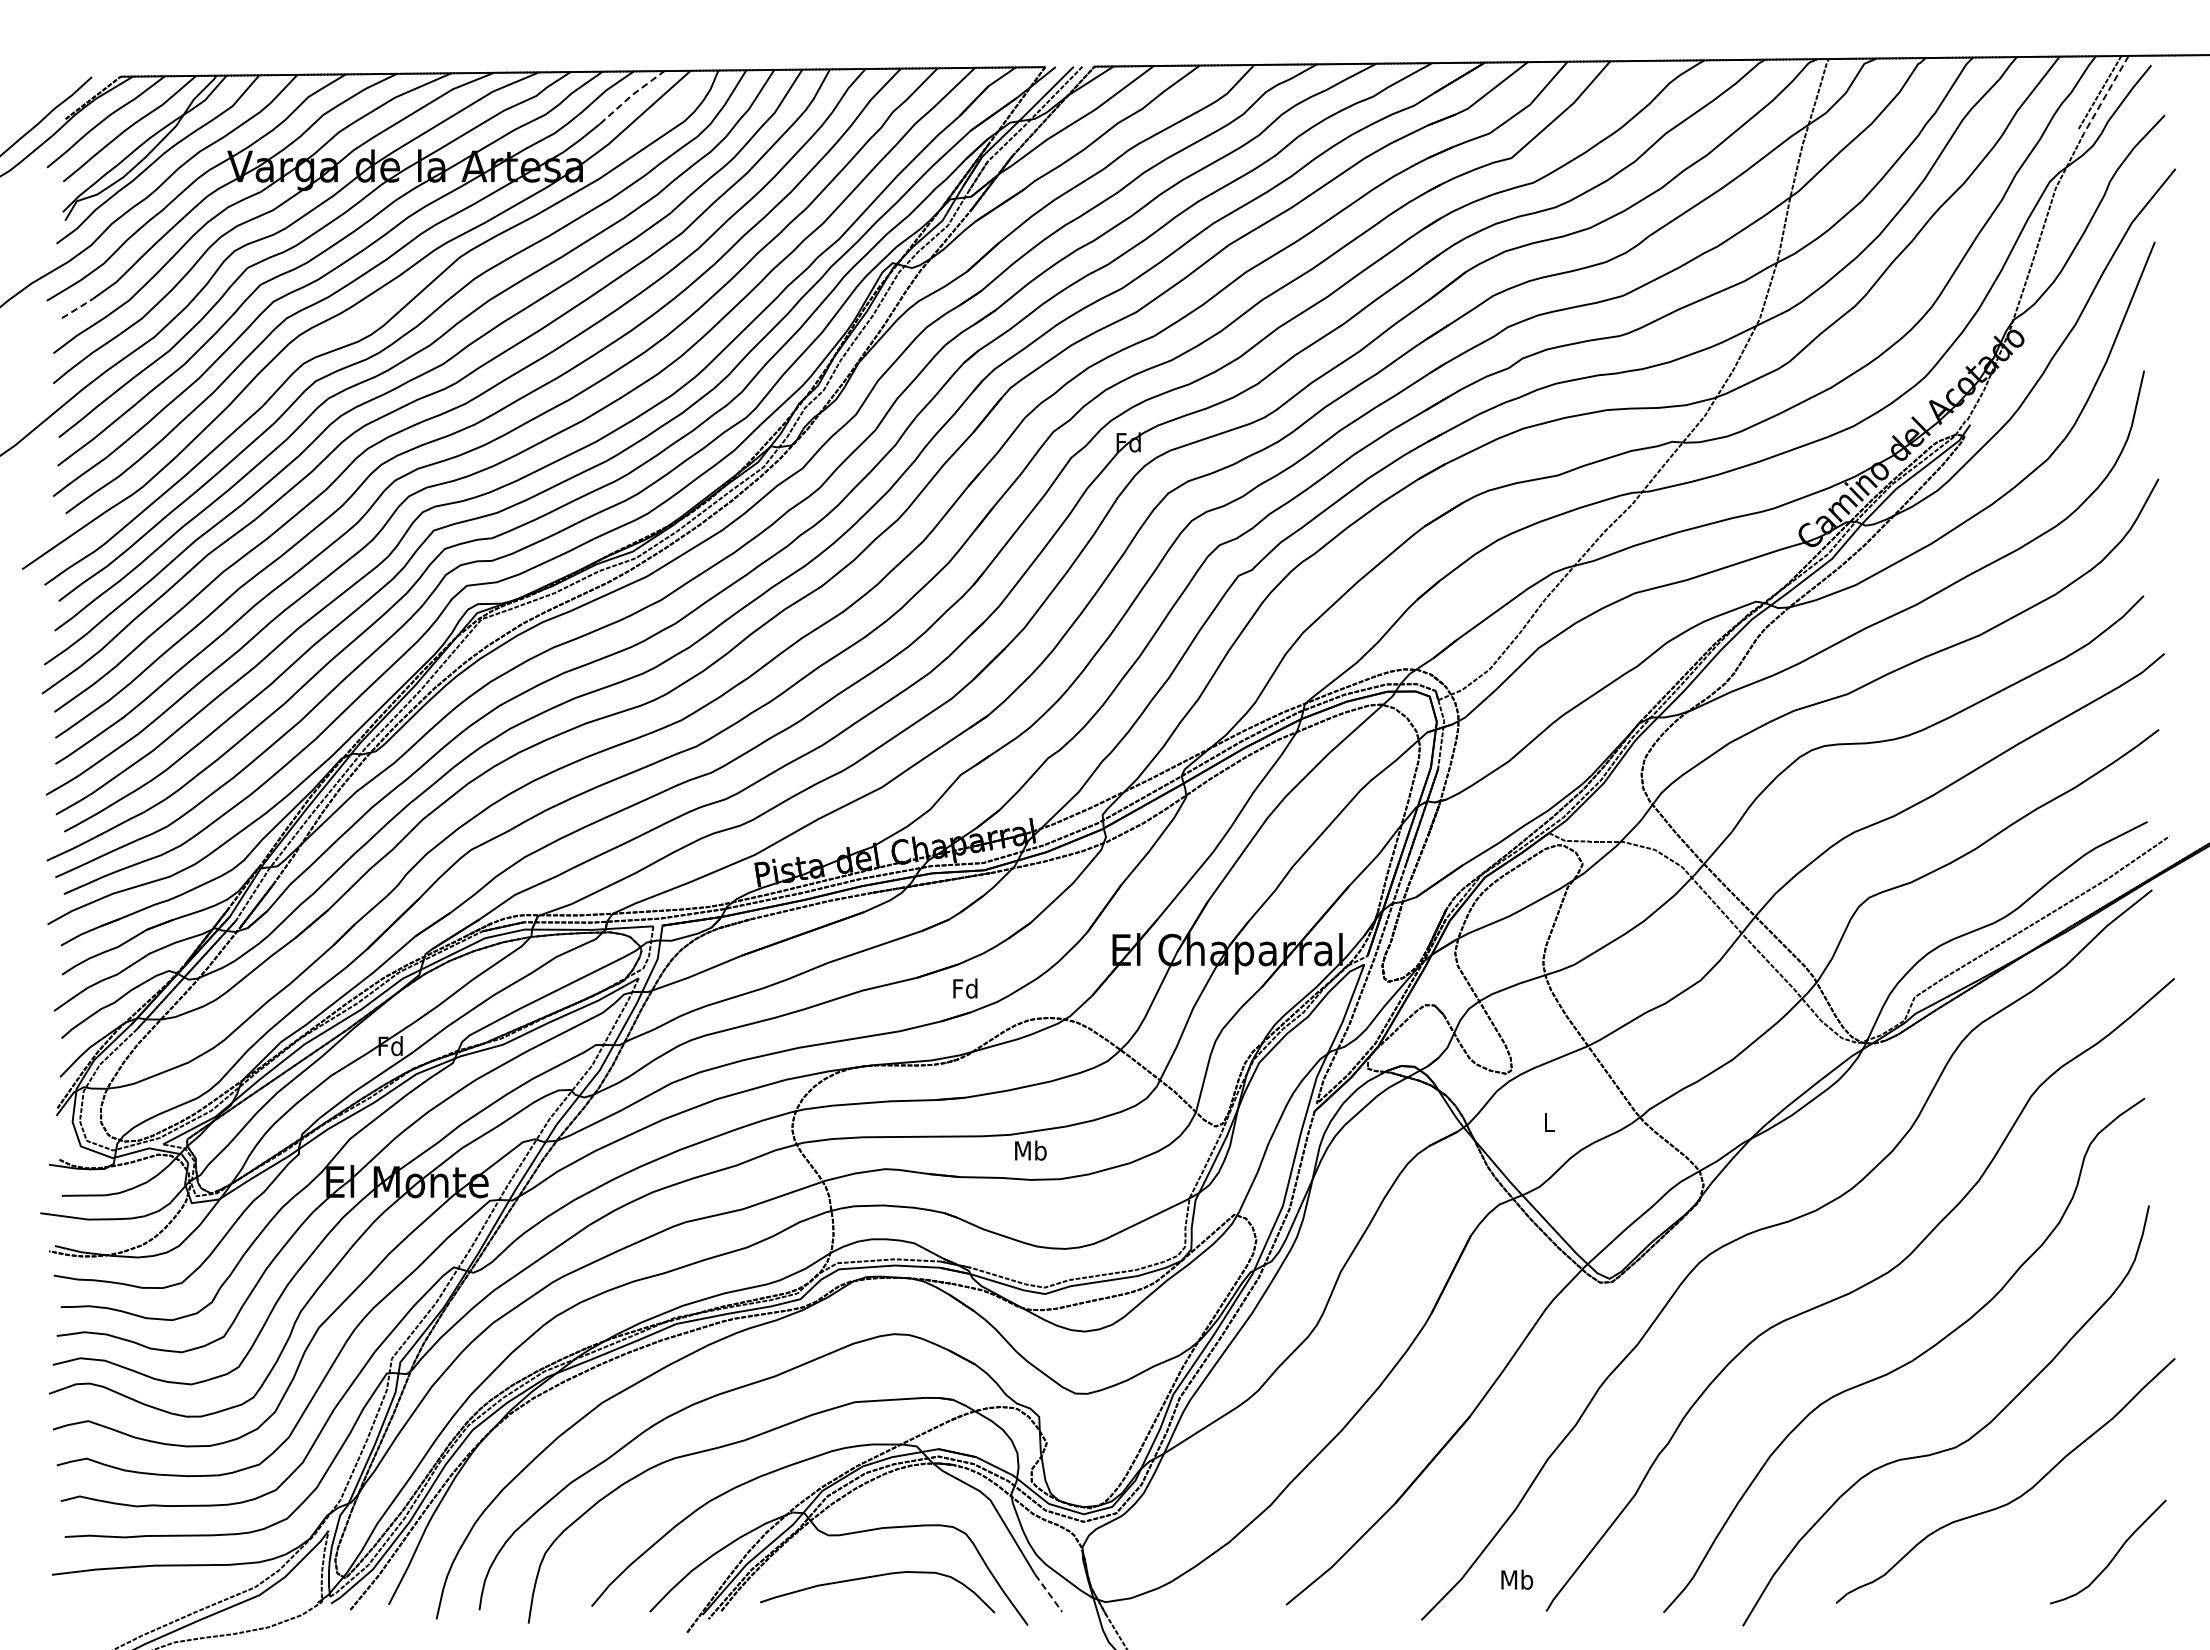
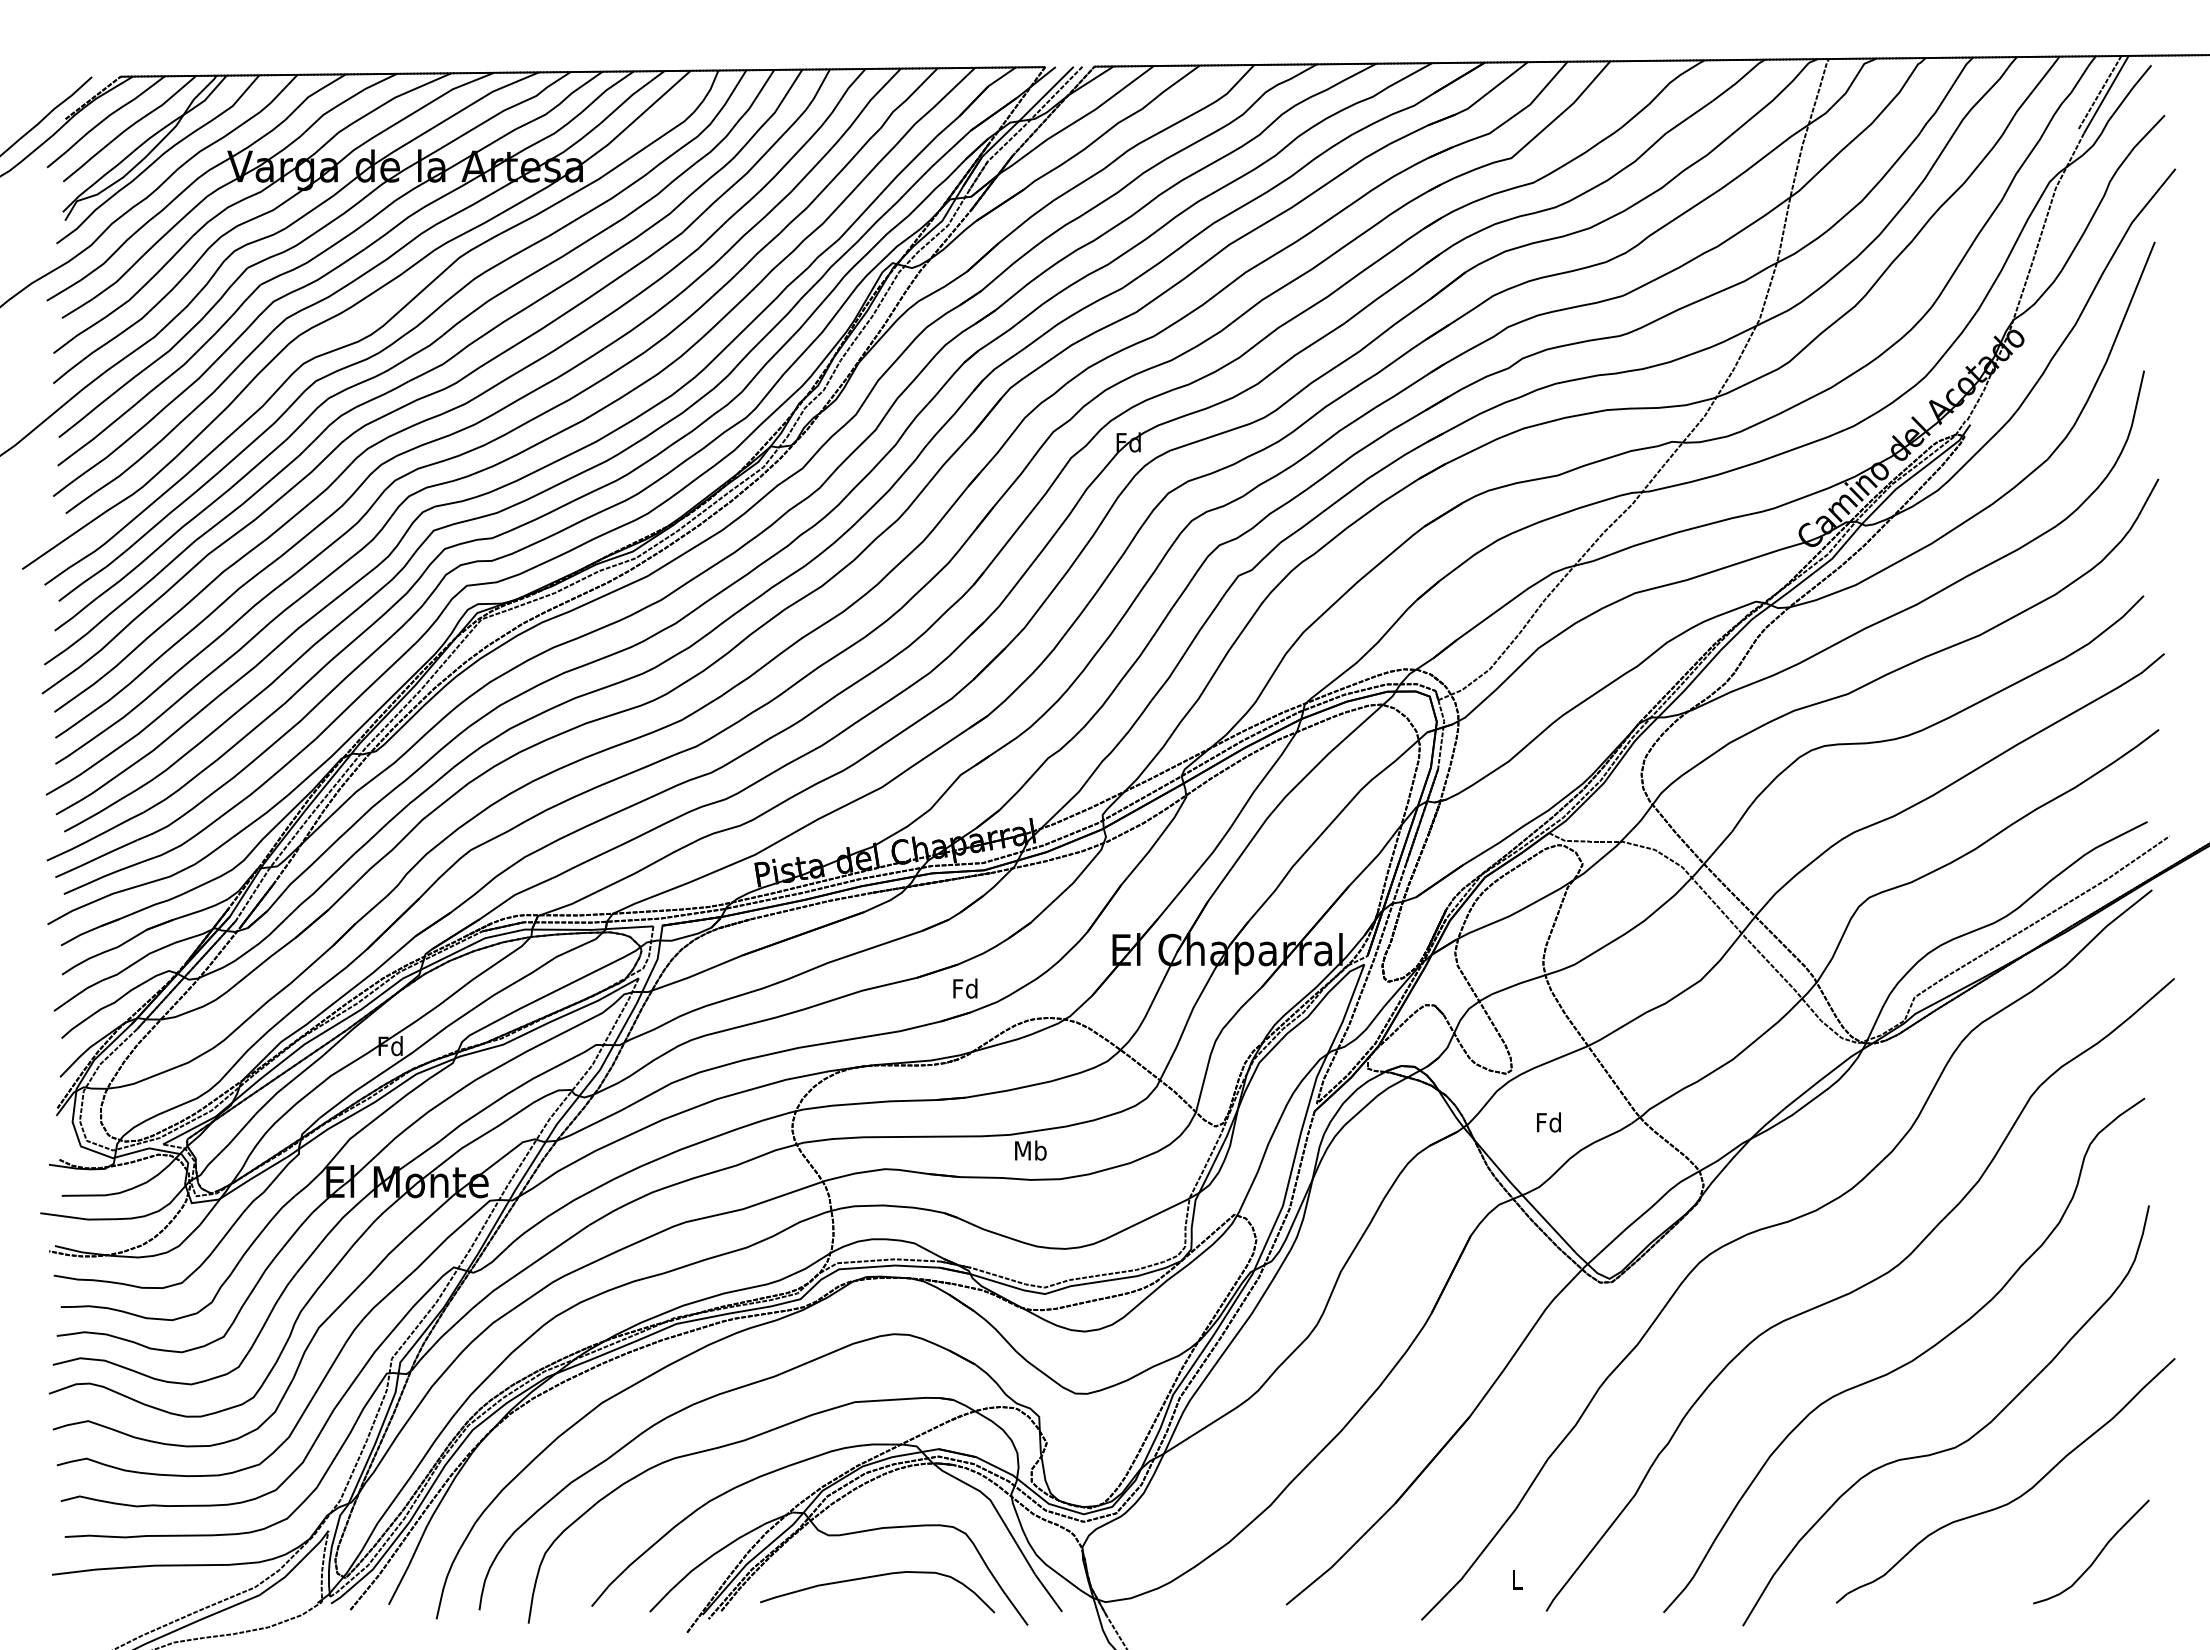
line at (2106, 94): dashed -> solid
line at (631, 96): dashed -> solid
line at (78, 308): dashed -> solid
text at (1548, 1122): L -> Fd
curve at (2113, 1556) position: (2113, 1556) -> (2096, 1556)
text at (1517, 1579): Mb -> L
line at (1048, 1593): dashed -> solid
